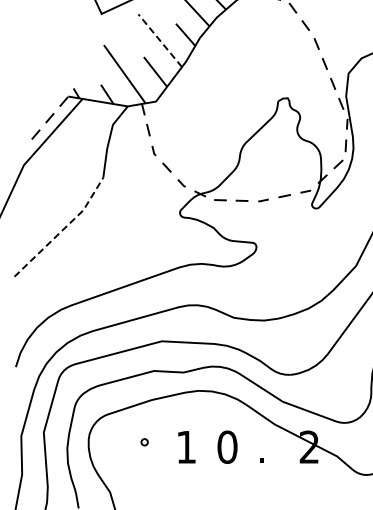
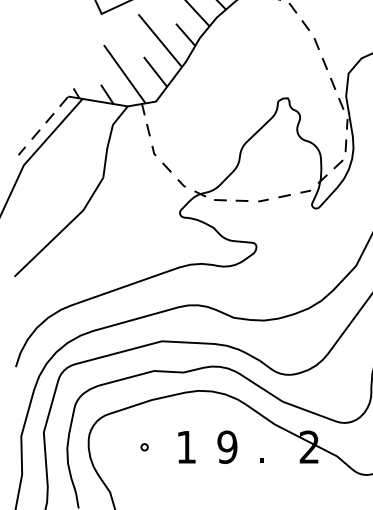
line at (159, 40): dashed -> solid
line at (21, 150): none -> present
line at (63, 229): dashed -> solid
circle at (144, 442) position: (144, 442) -> (144, 447)
text at (227, 446): 0 -> 9
